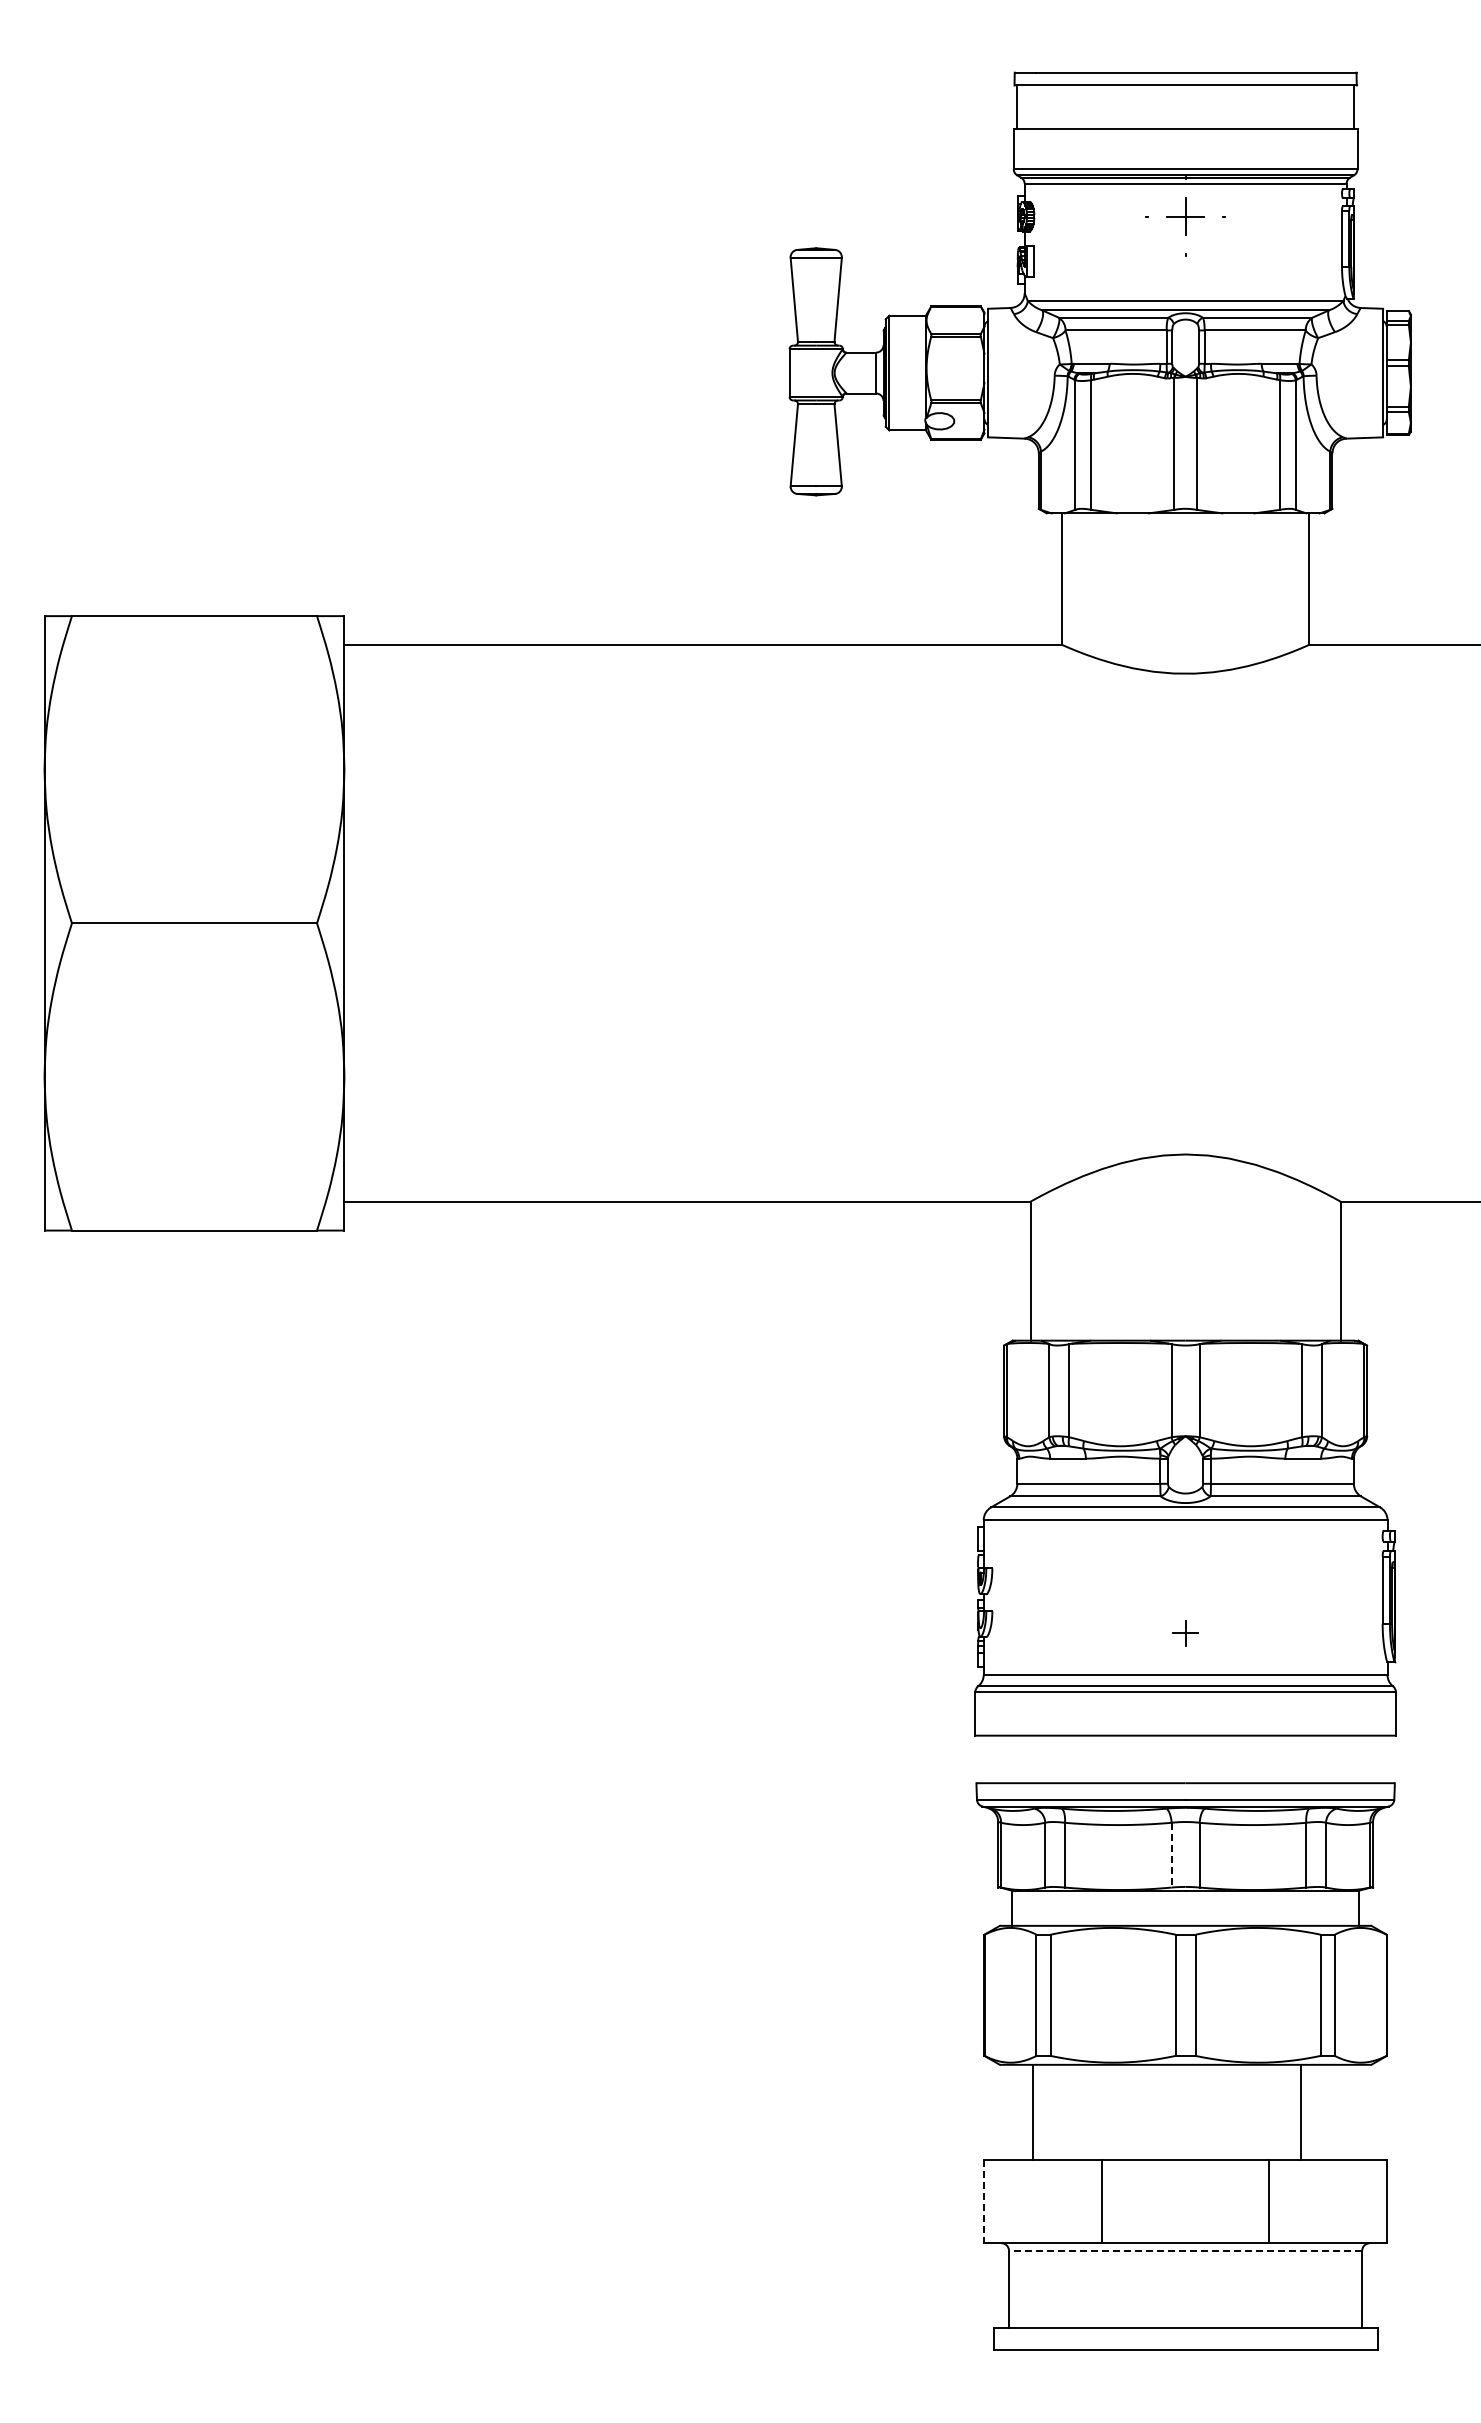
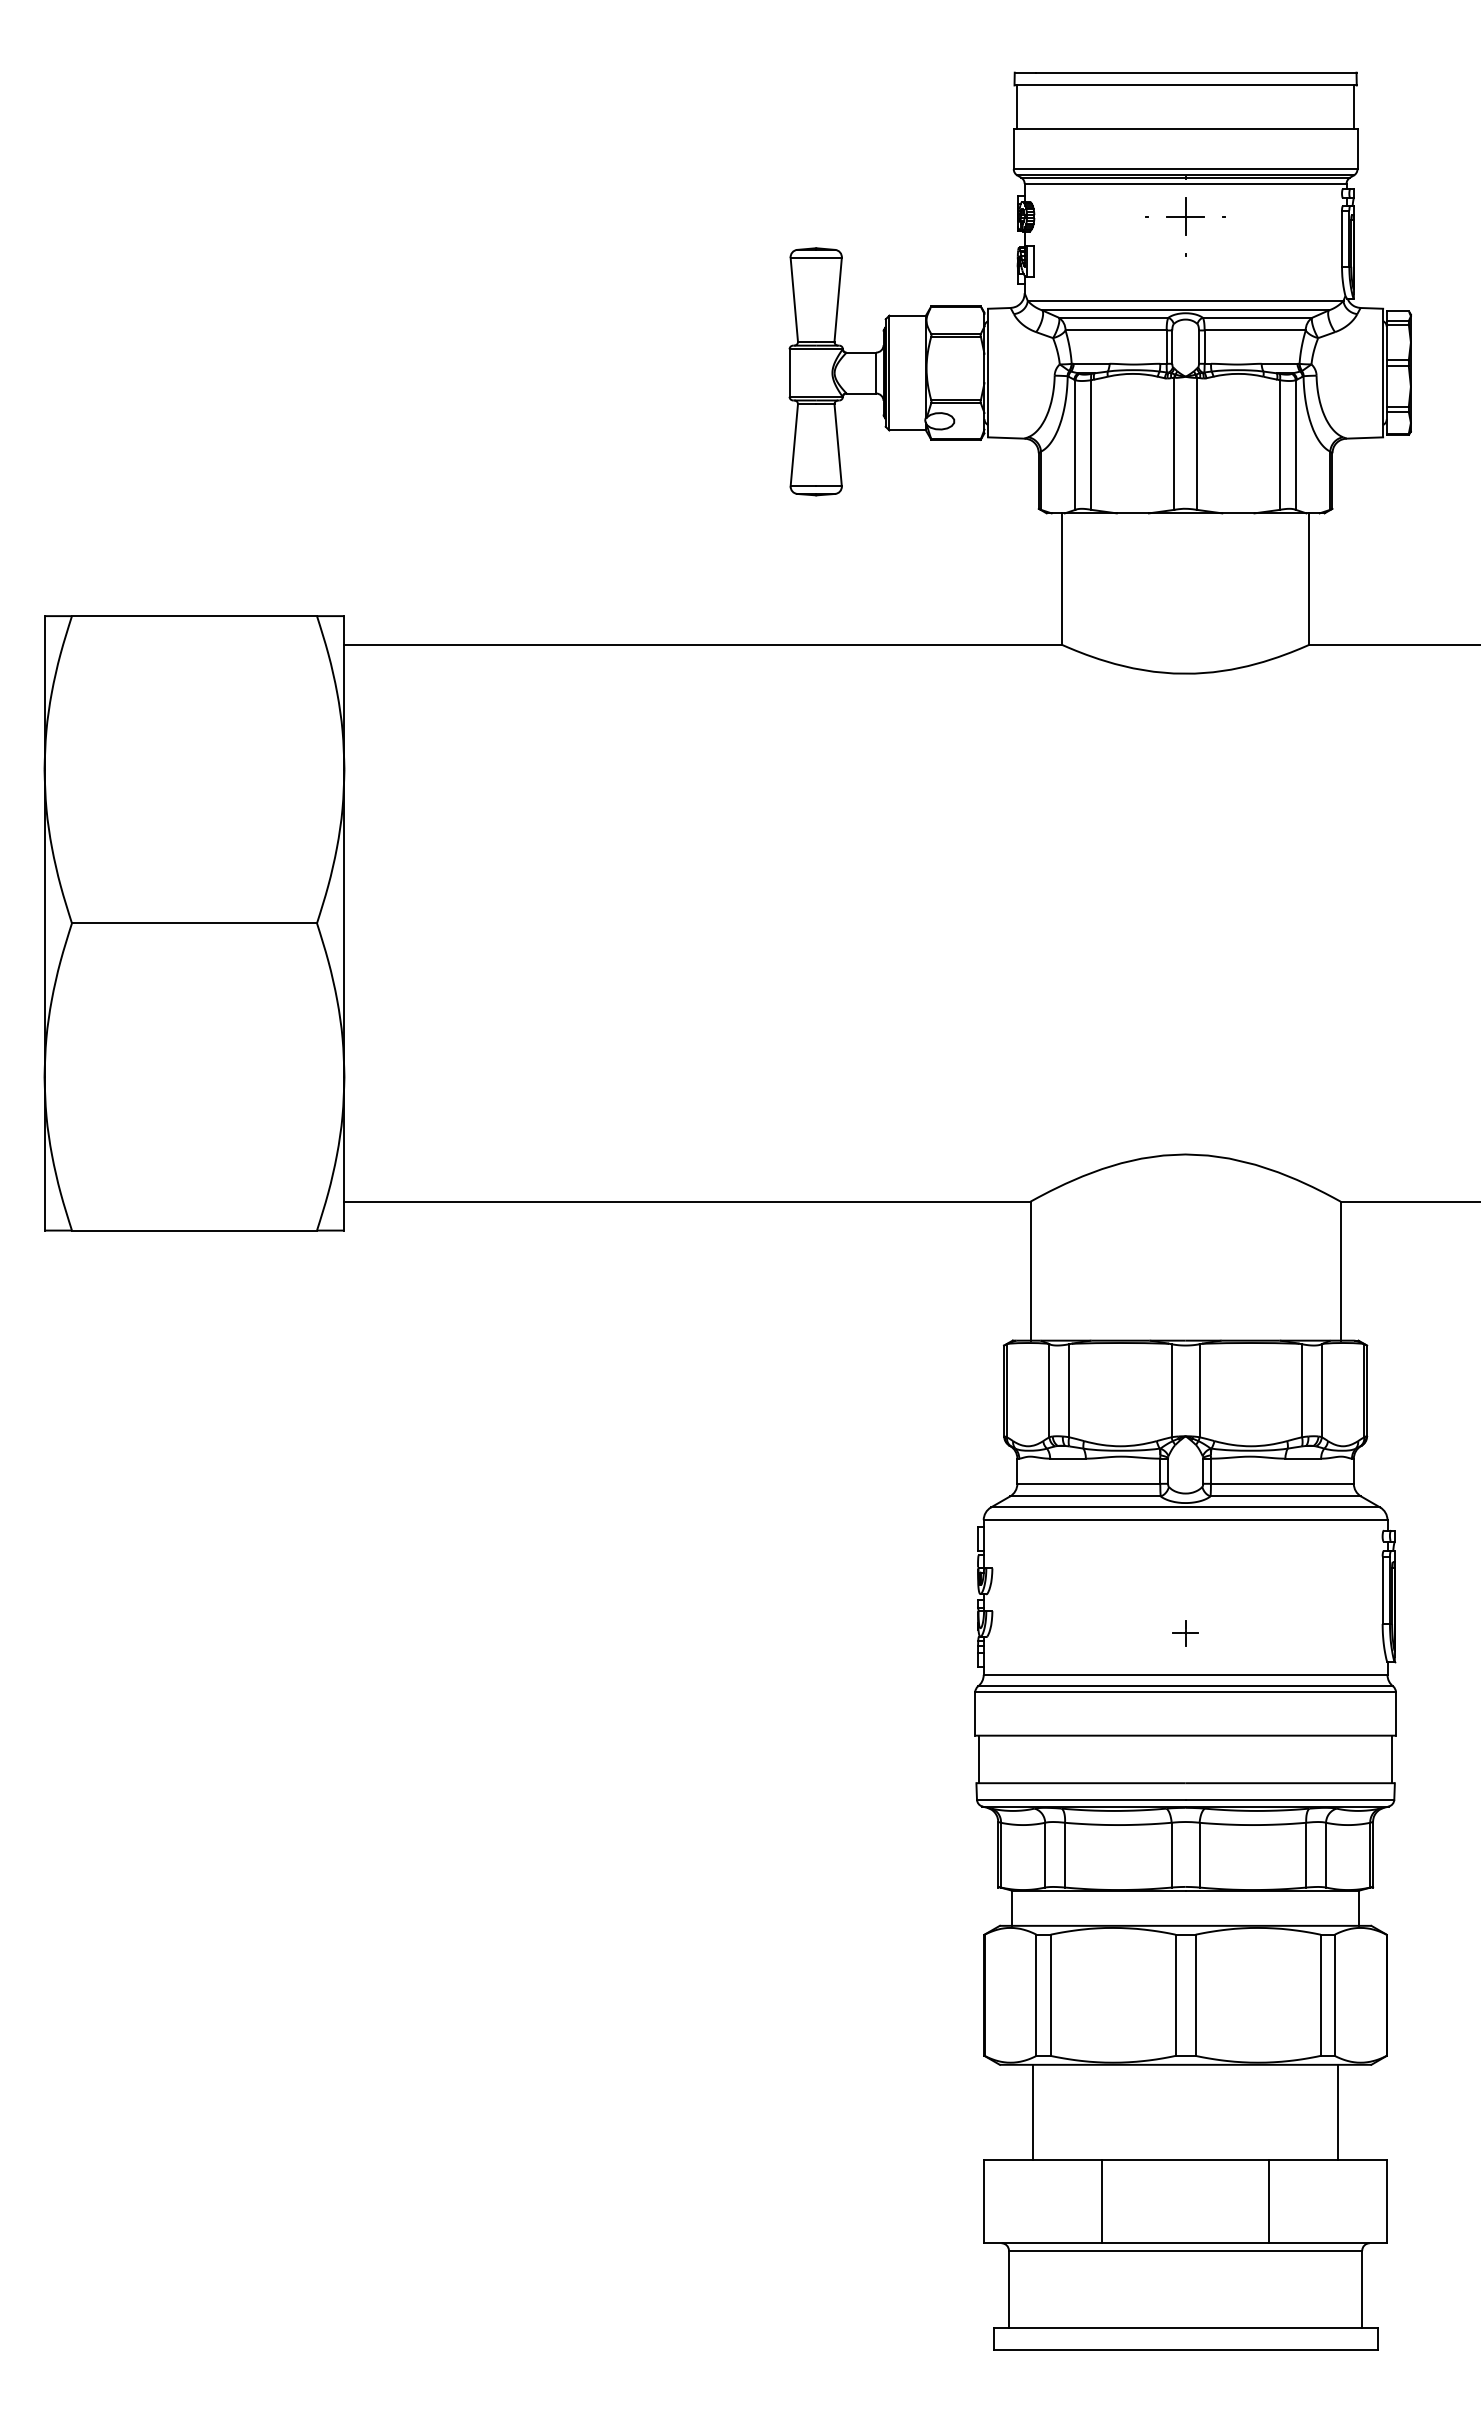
line at (978, 1759): none -> present
line at (1392, 1759): none -> present
line at (1171, 1855): dashed -> solid
line at (1300, 2111) position: (1300, 2111) -> (1337, 2111)
line at (984, 2201): dashed -> solid
line at (1185, 2250): dashed -> solid
